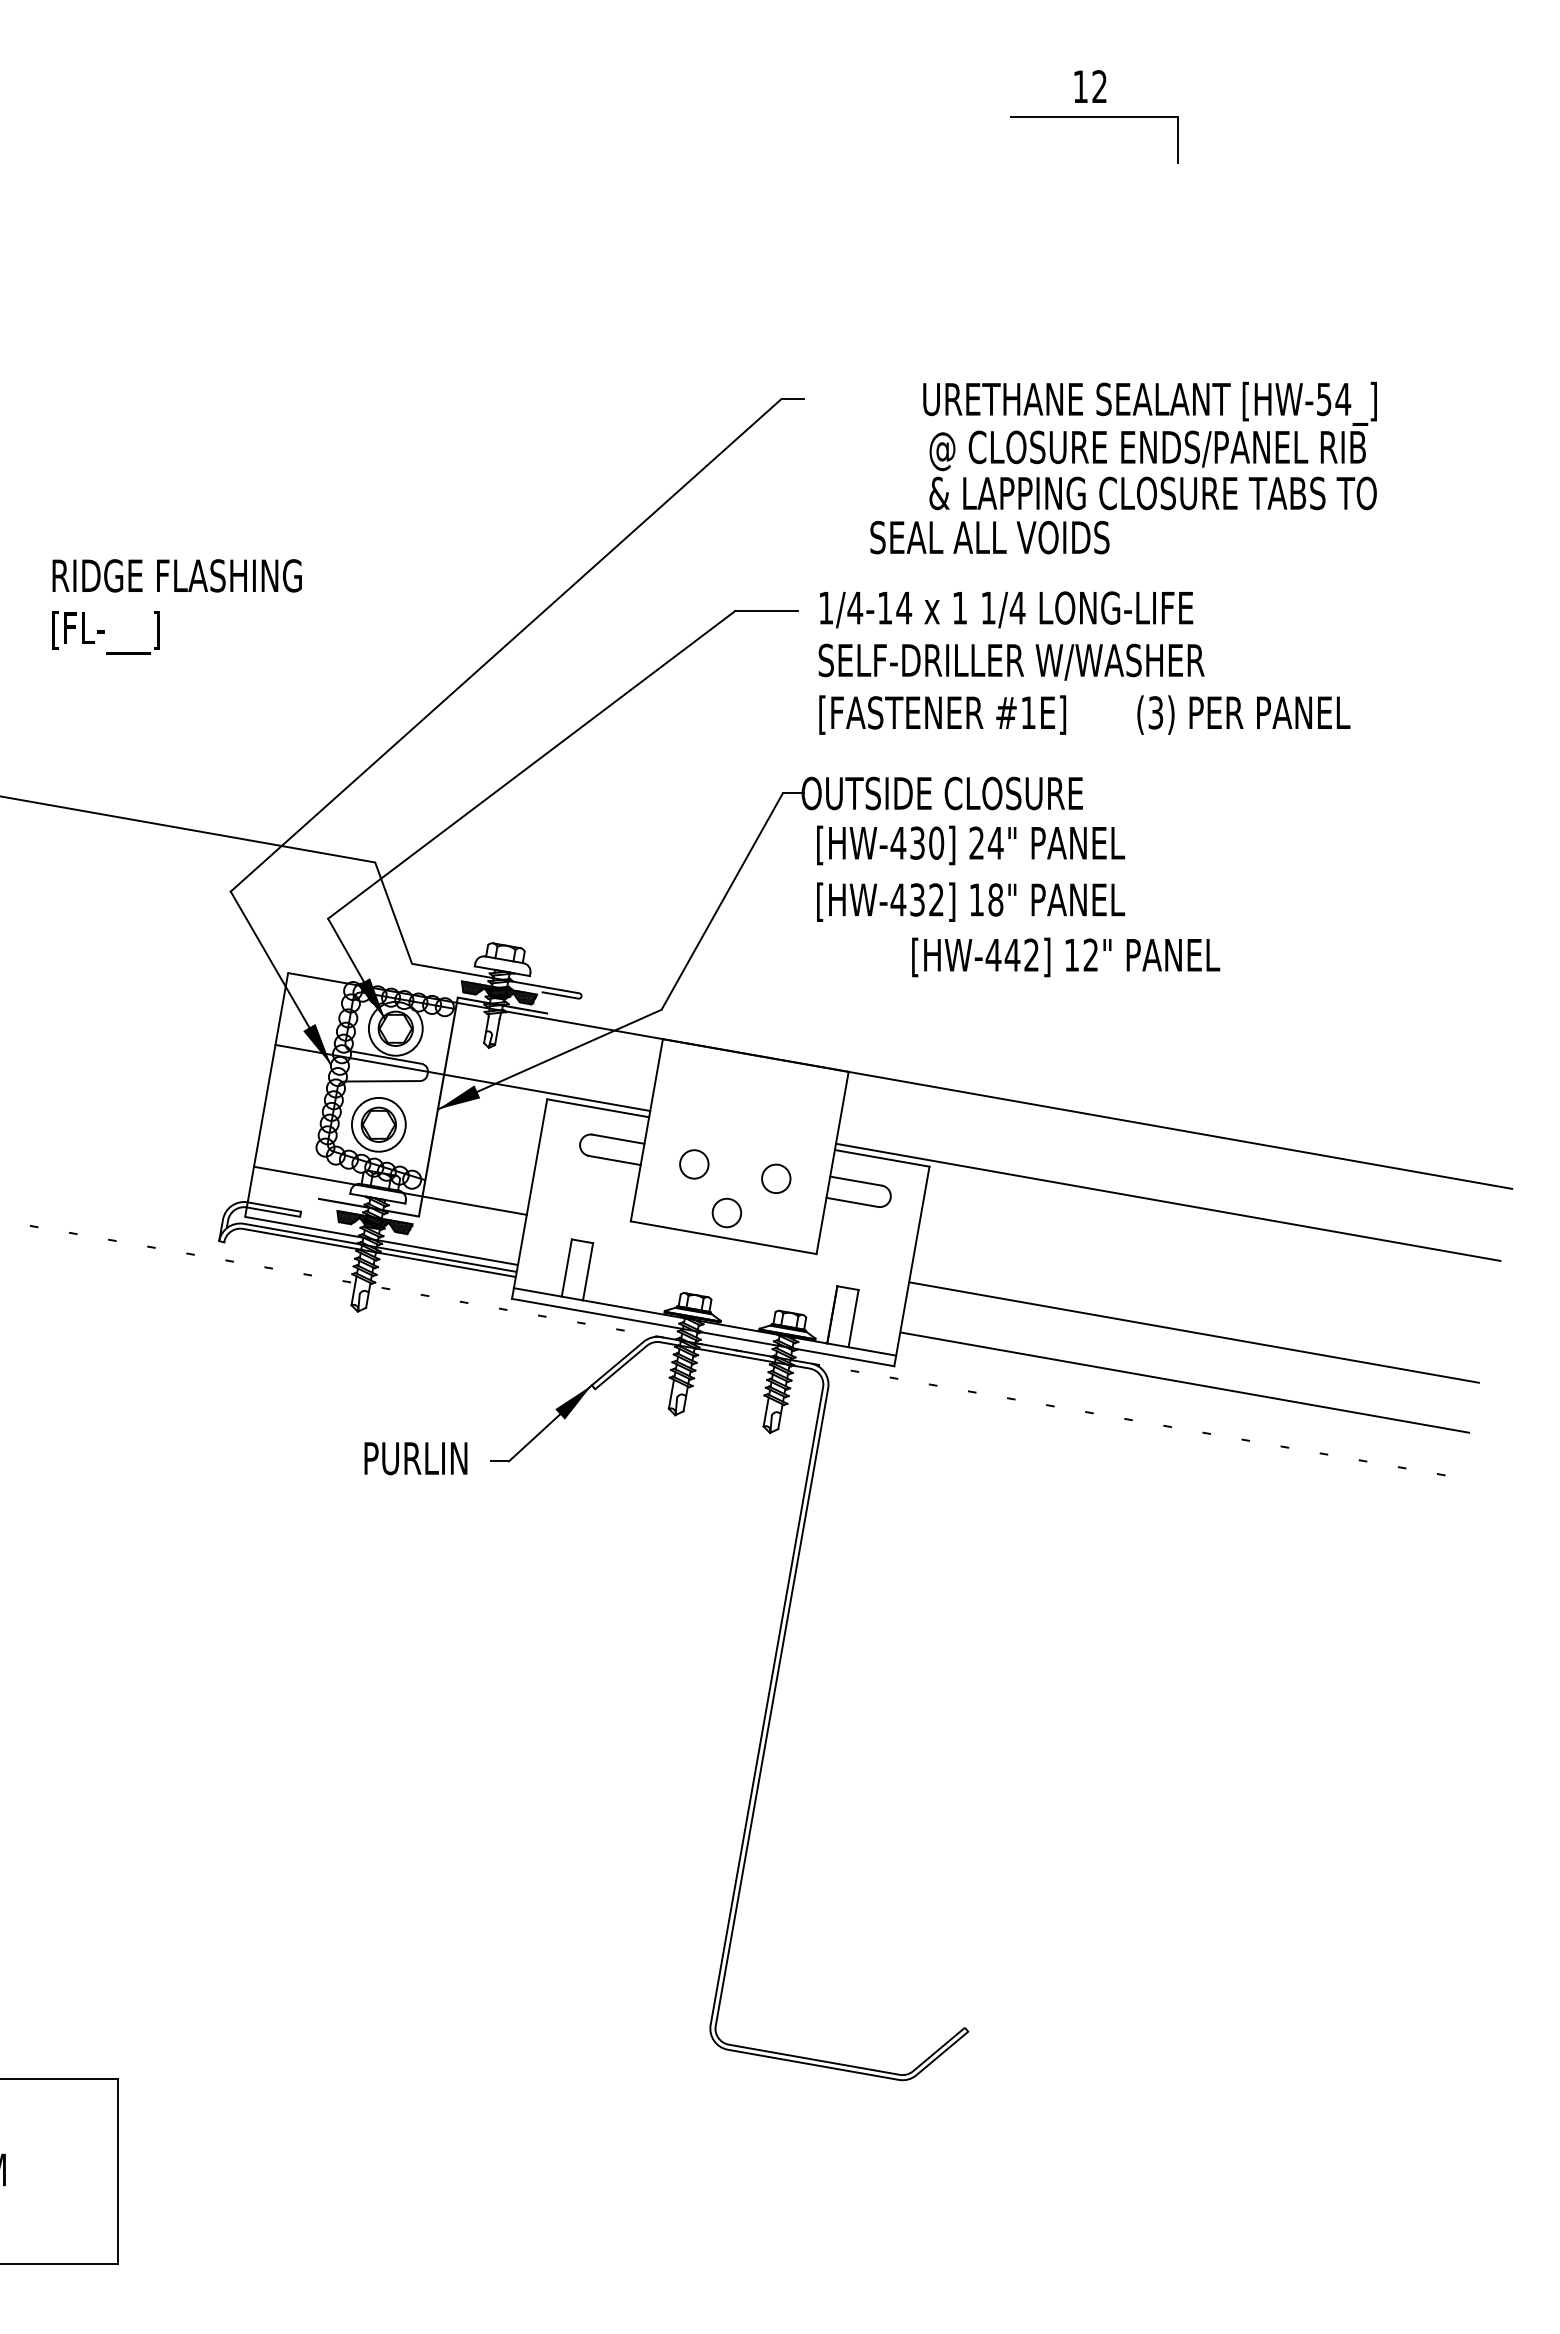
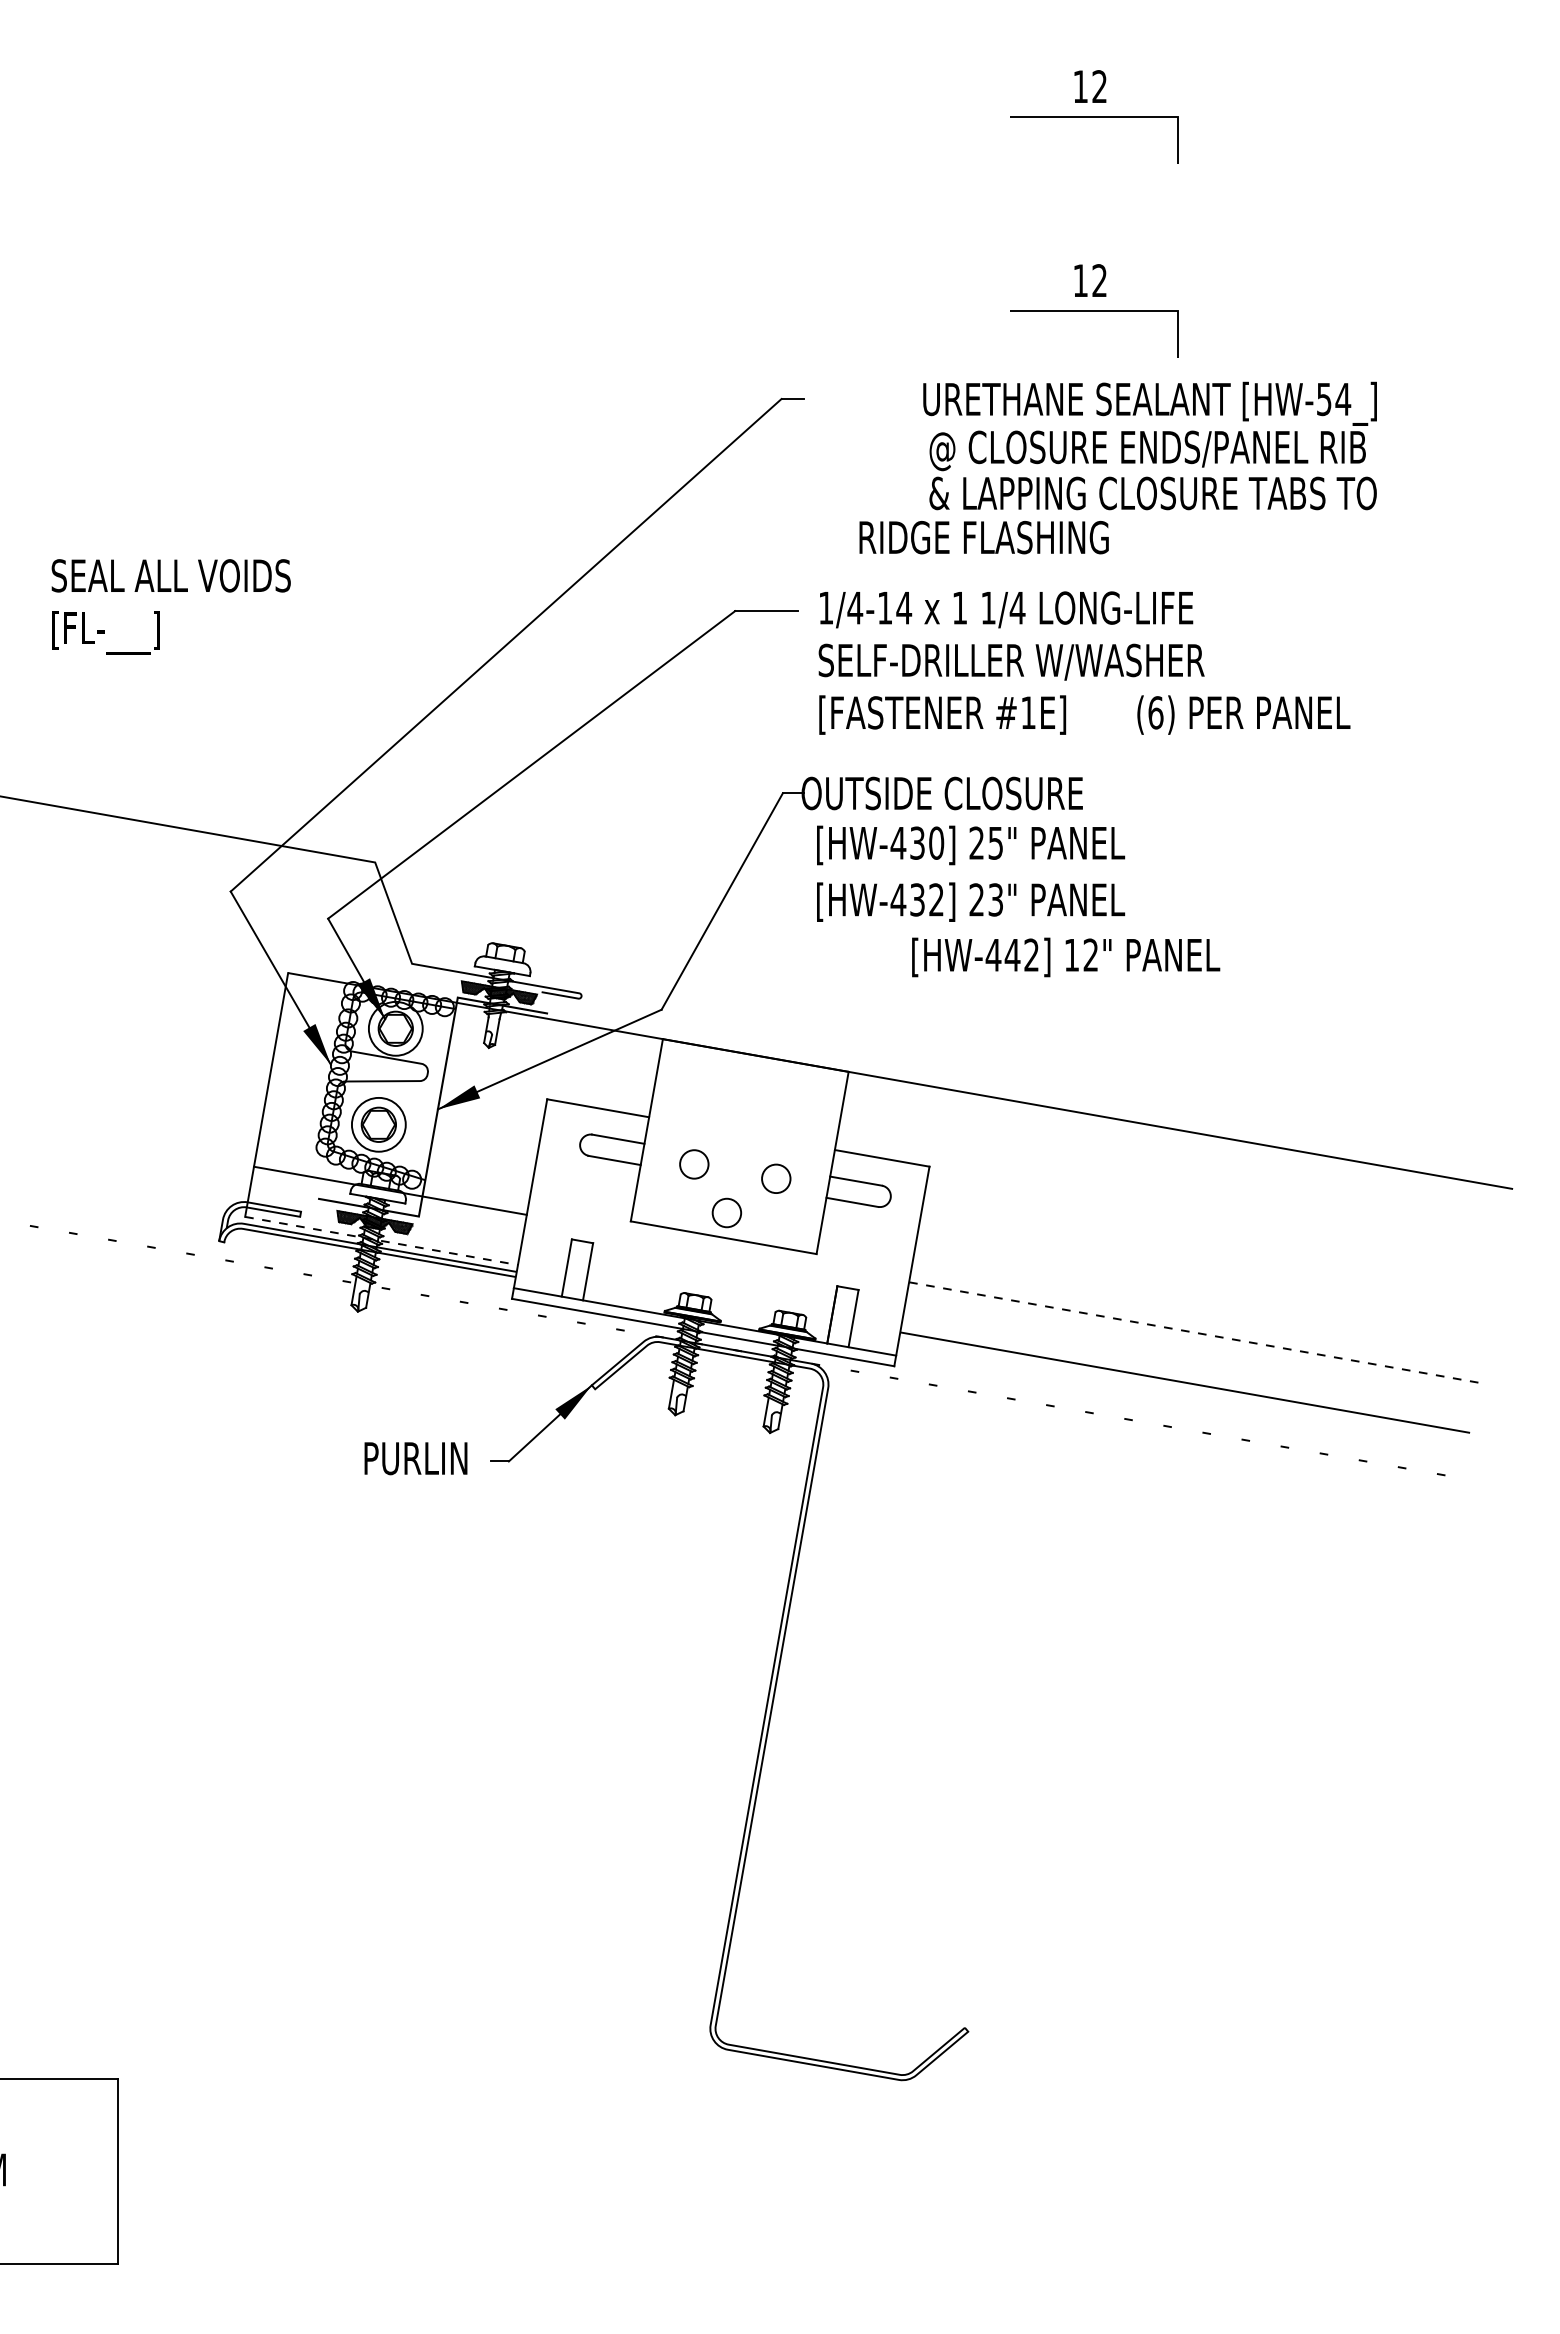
part at (1094, 310): none -> present
text at (984, 537): SEAL ALL VOIDS -> RIDGE FLASHING
text at (176, 575): RIDGE FLASHING -> SEAL ALL VOIDS
text at (1155, 712): (3) -> (6)
text at (995, 843): 24" -> 25"
text at (986, 899): 18" -> 23"
line at (462, 1077): present -> none
line at (1168, 1201): present -> none
line at (381, 1240): solid -> dashed
line at (1194, 1332): solid -> dashed
